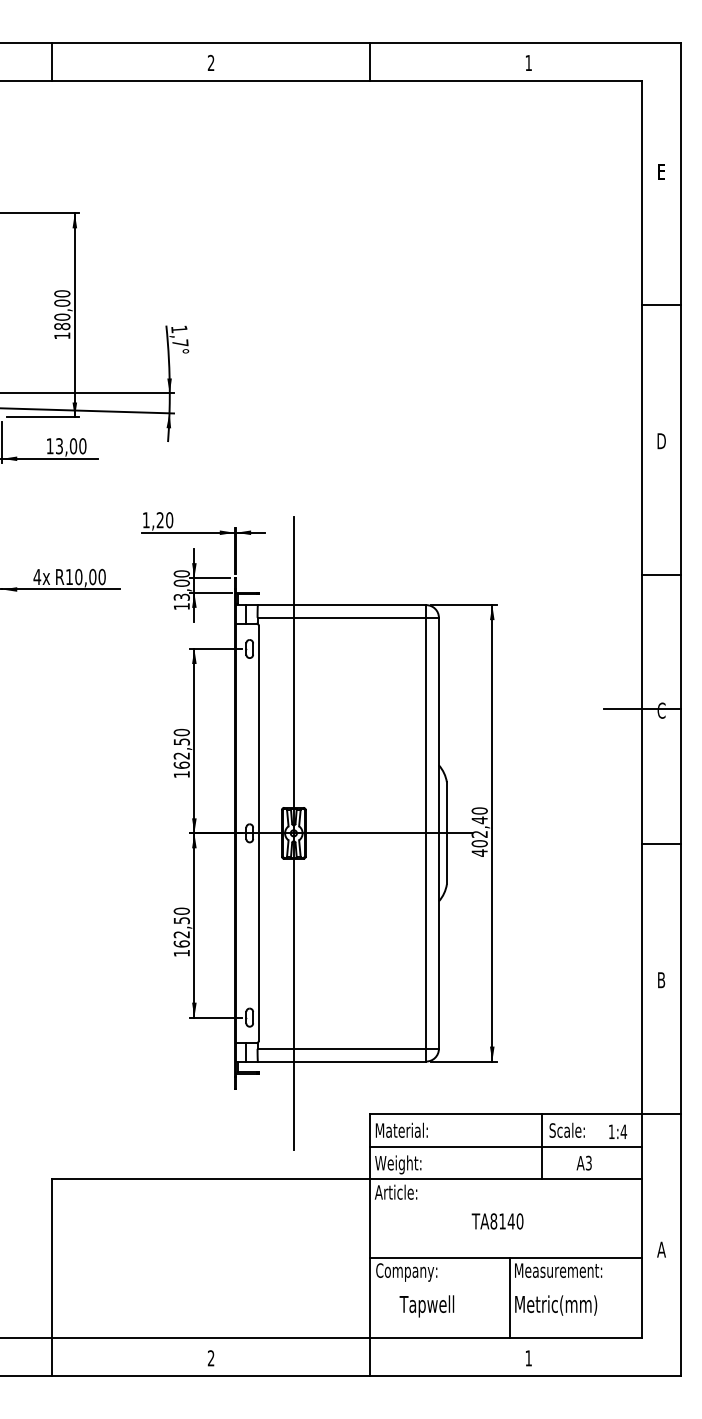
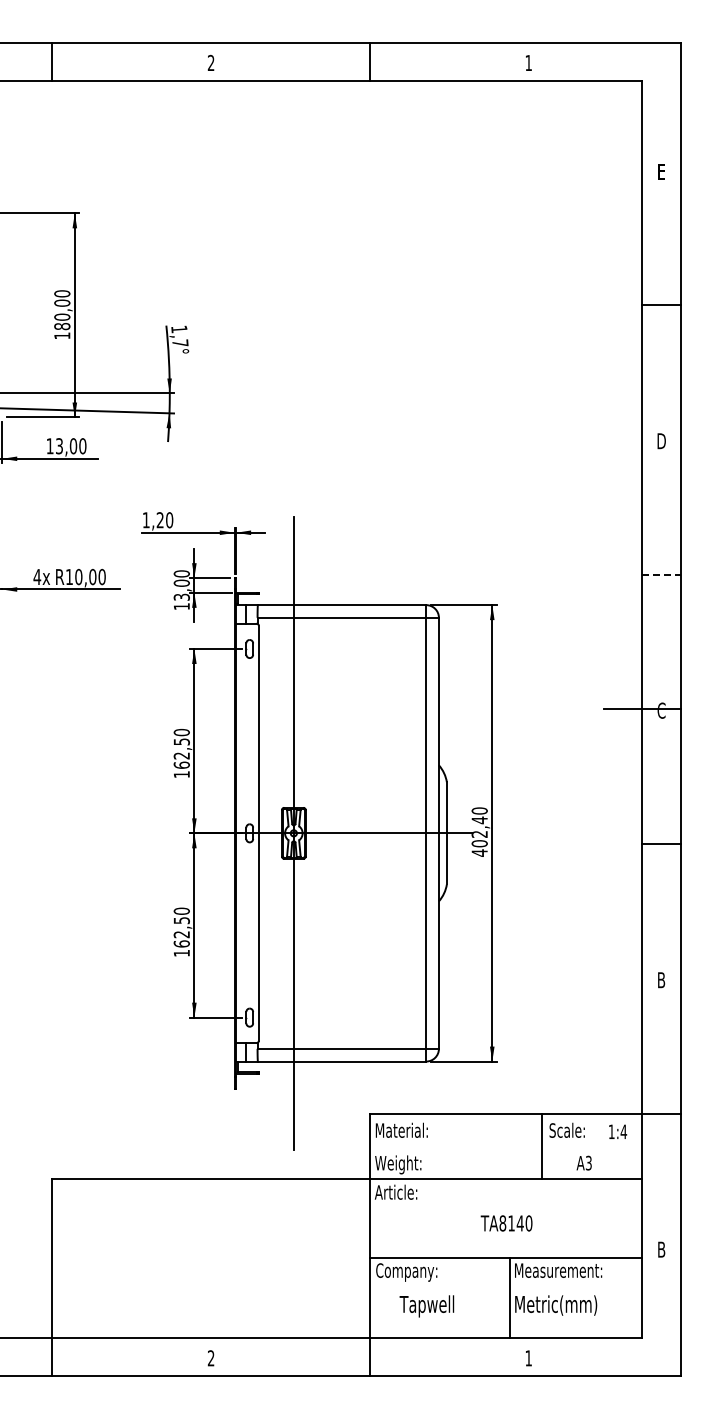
line at (662, 574): solid -> dashed
line at (506, 1147): present -> none
text at (497, 1221) position: (497, 1221) -> (506, 1223)
text at (661, 1249): A -> B
